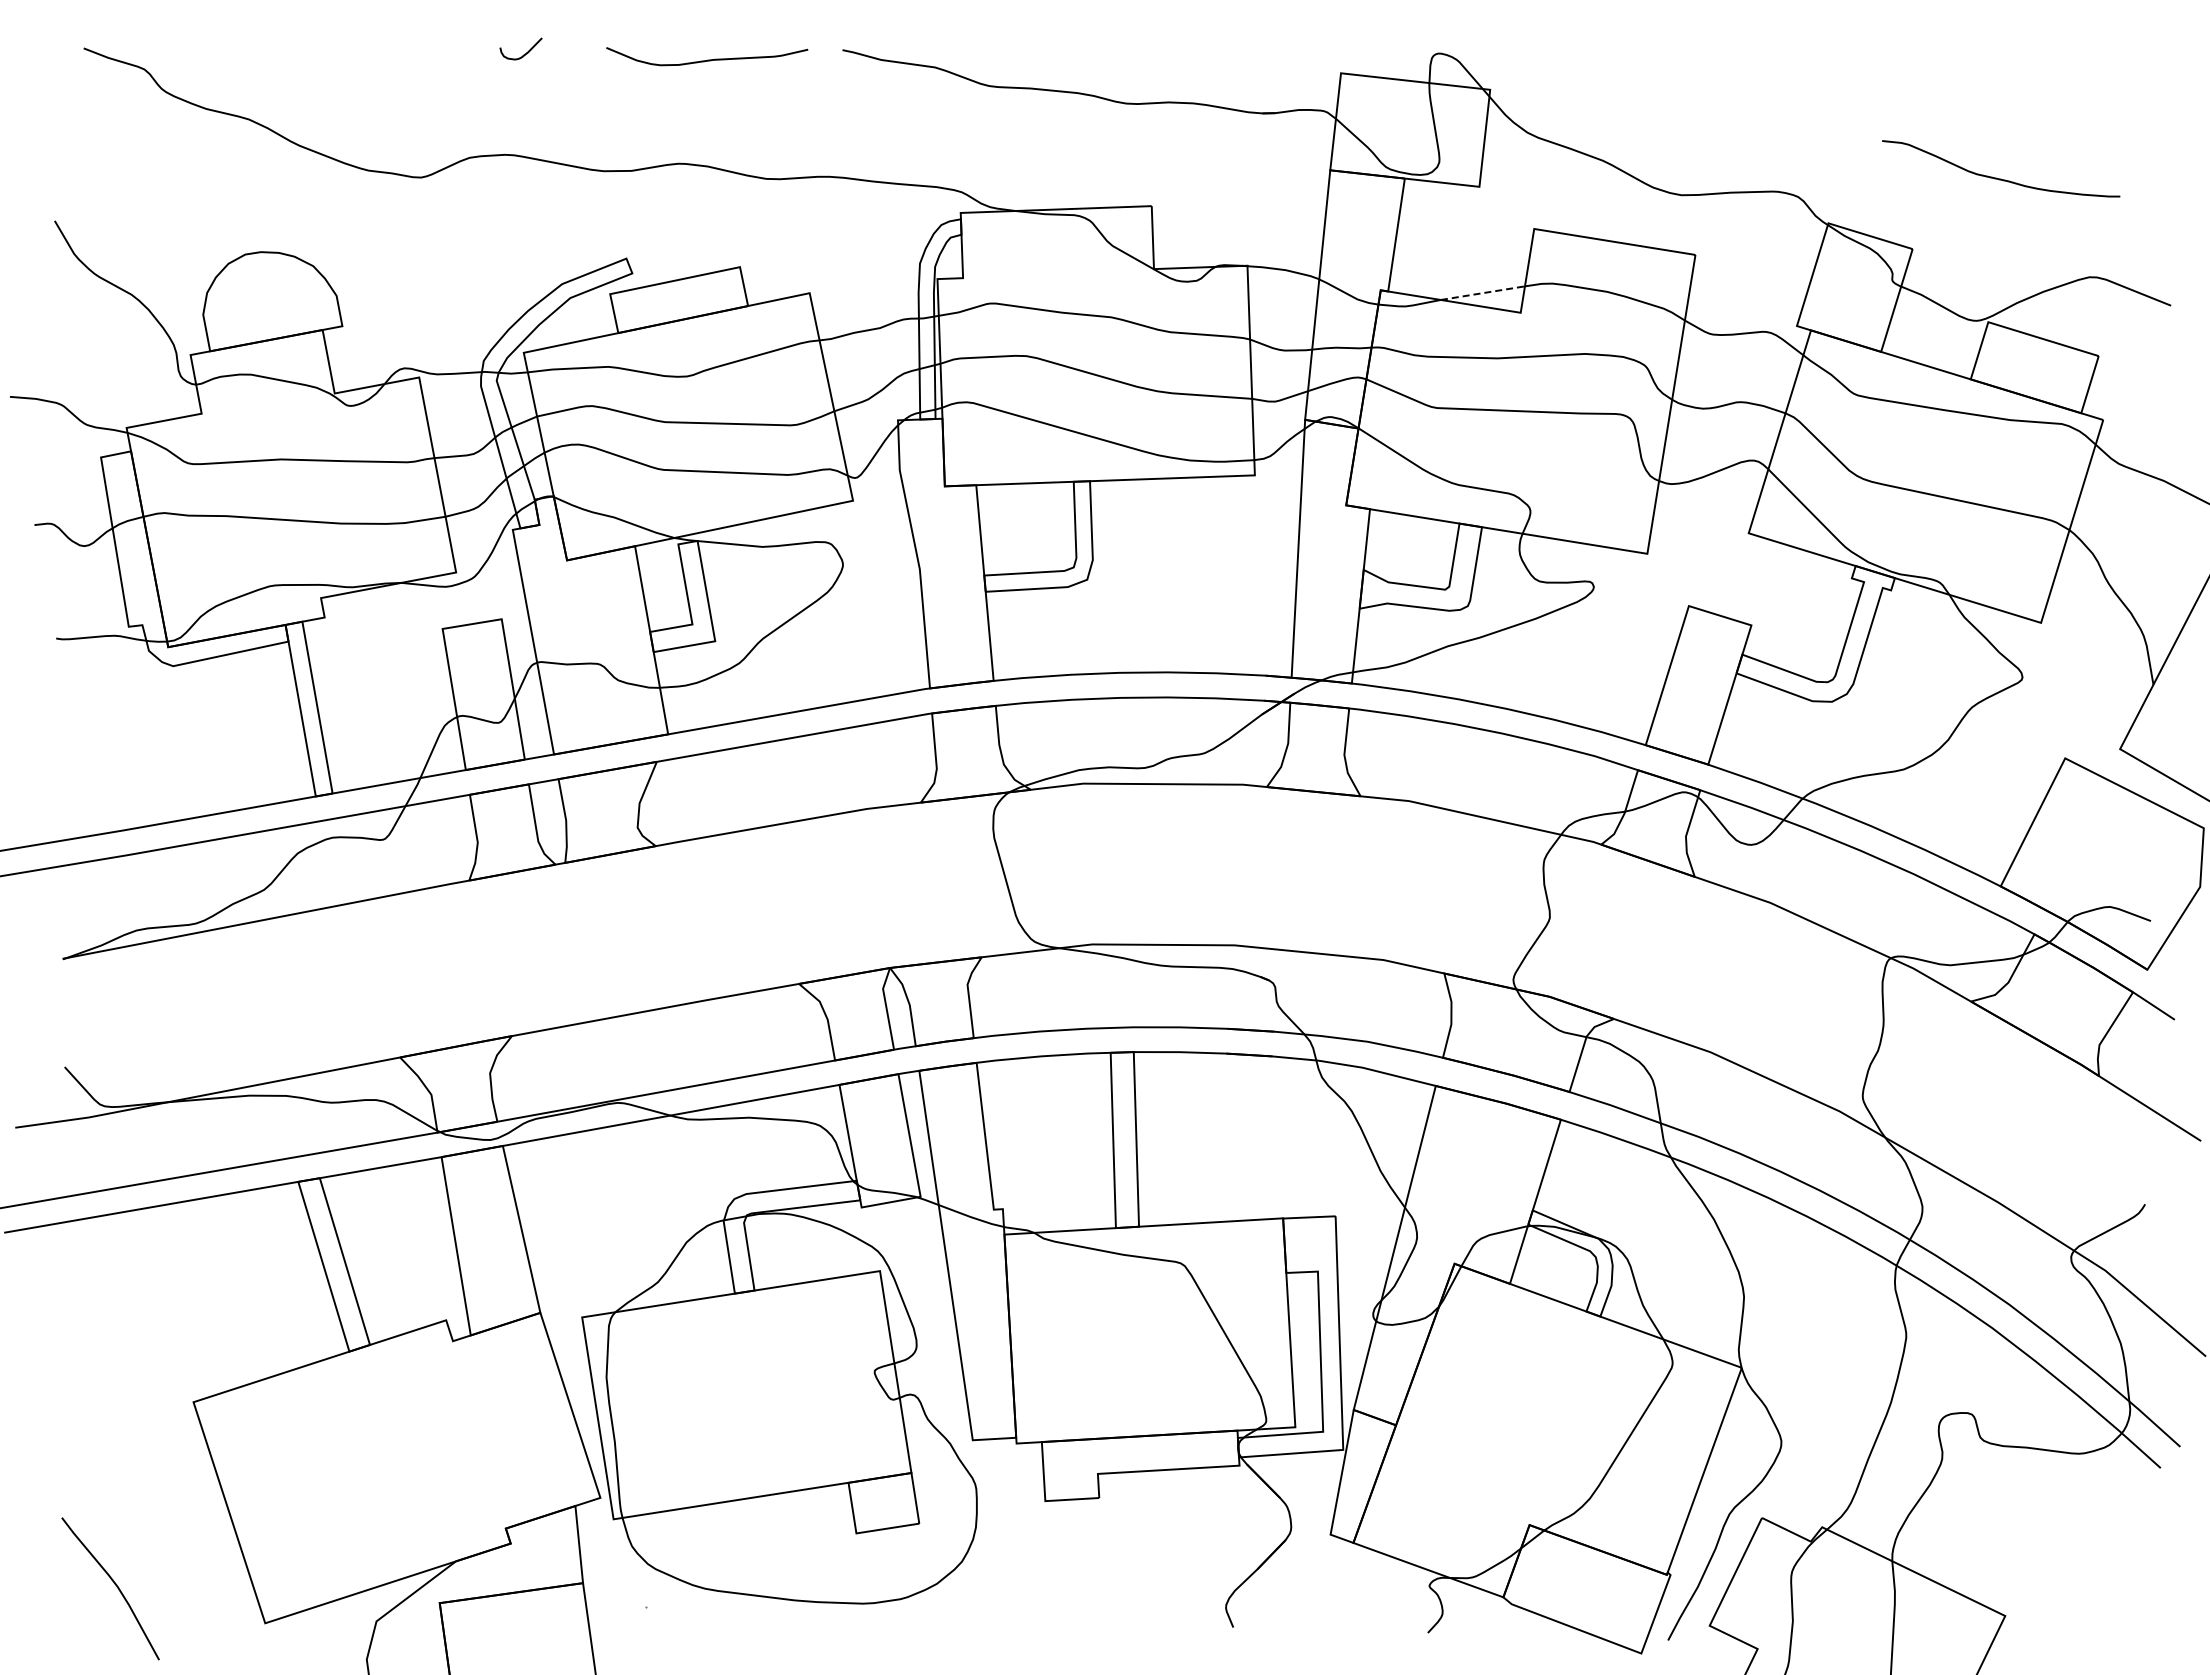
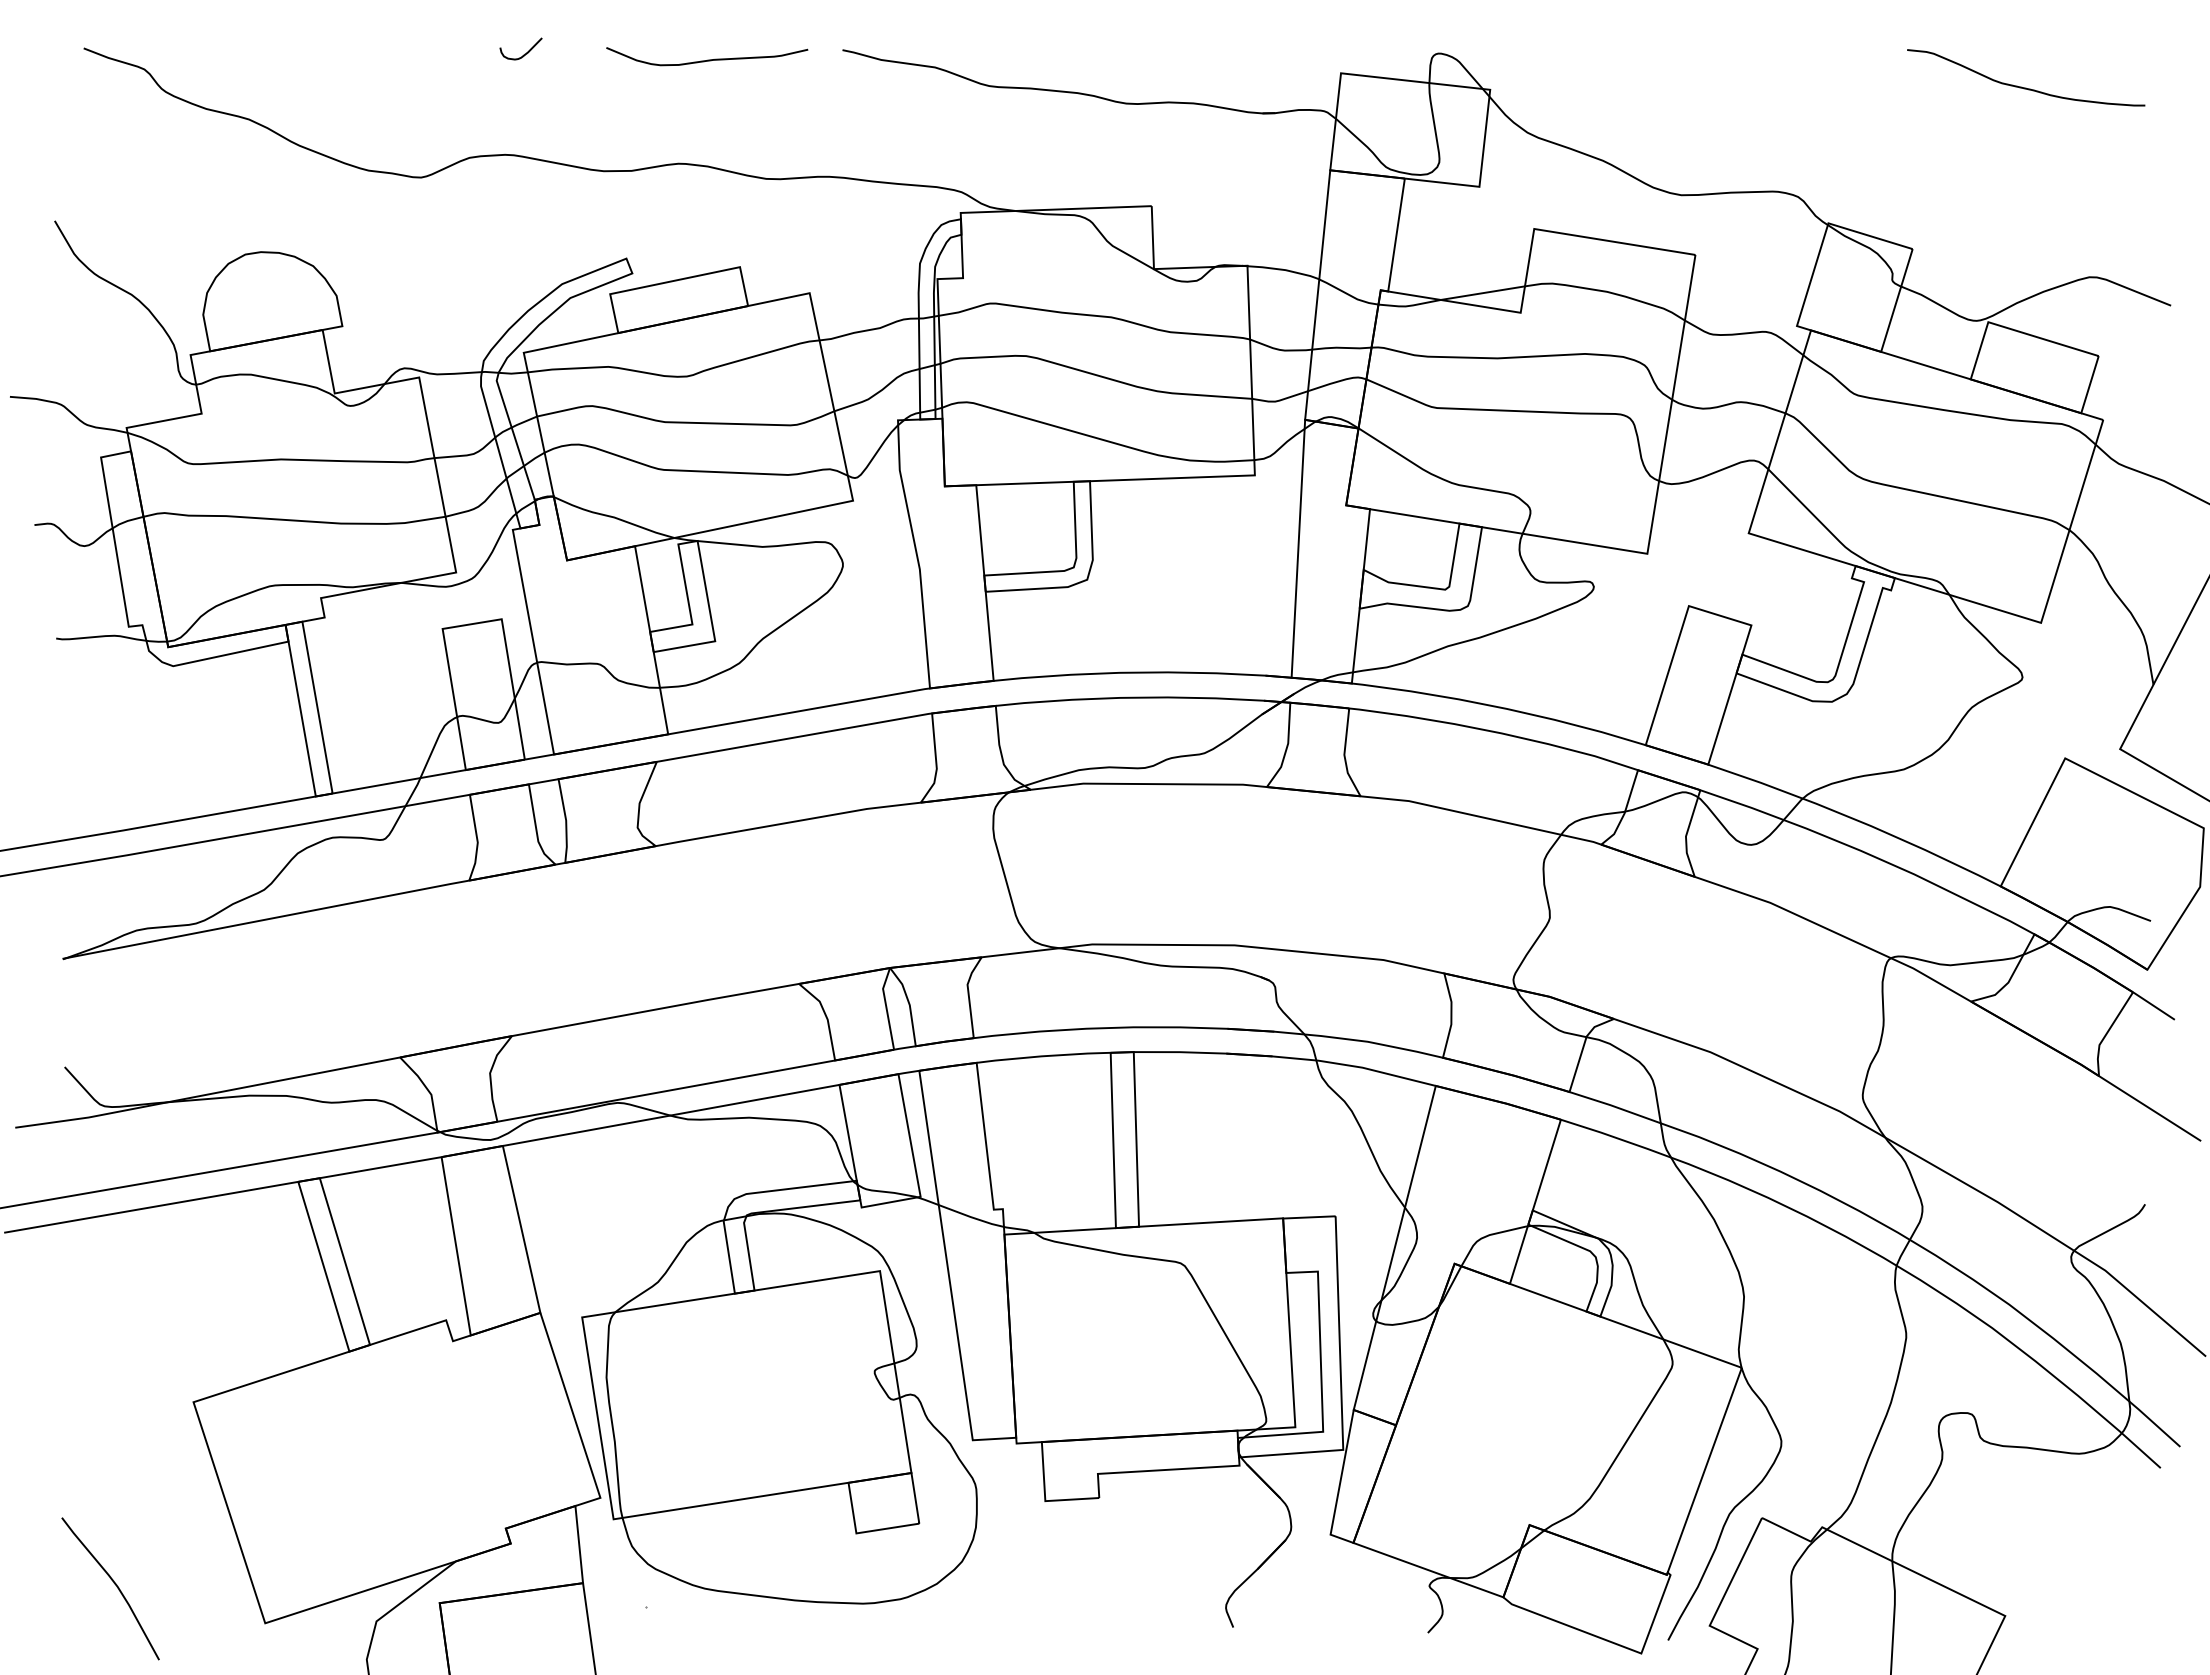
curve at (2001, 178) position: (2001, 178) -> (2026, 87)
line at (1482, 293): dashed -> solid
